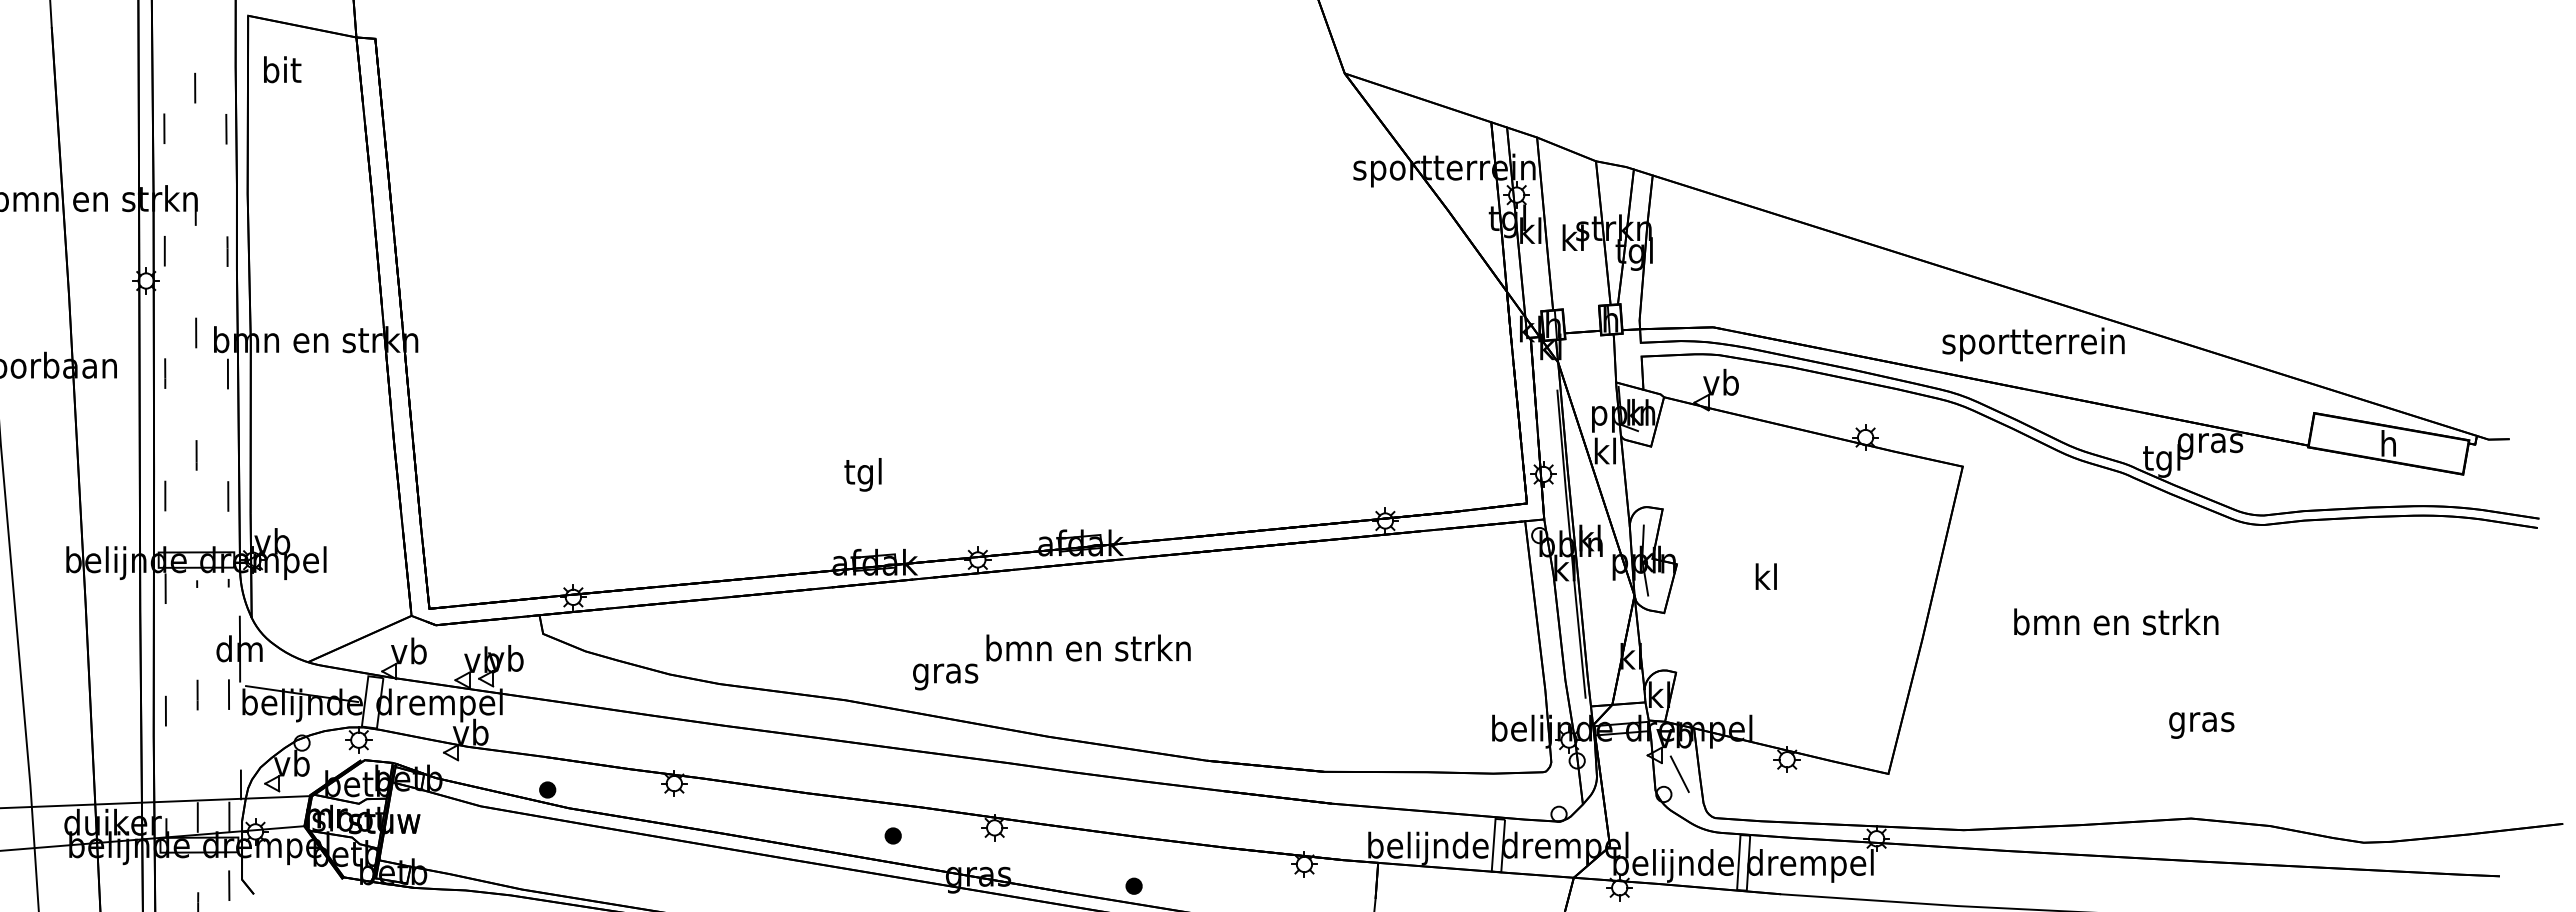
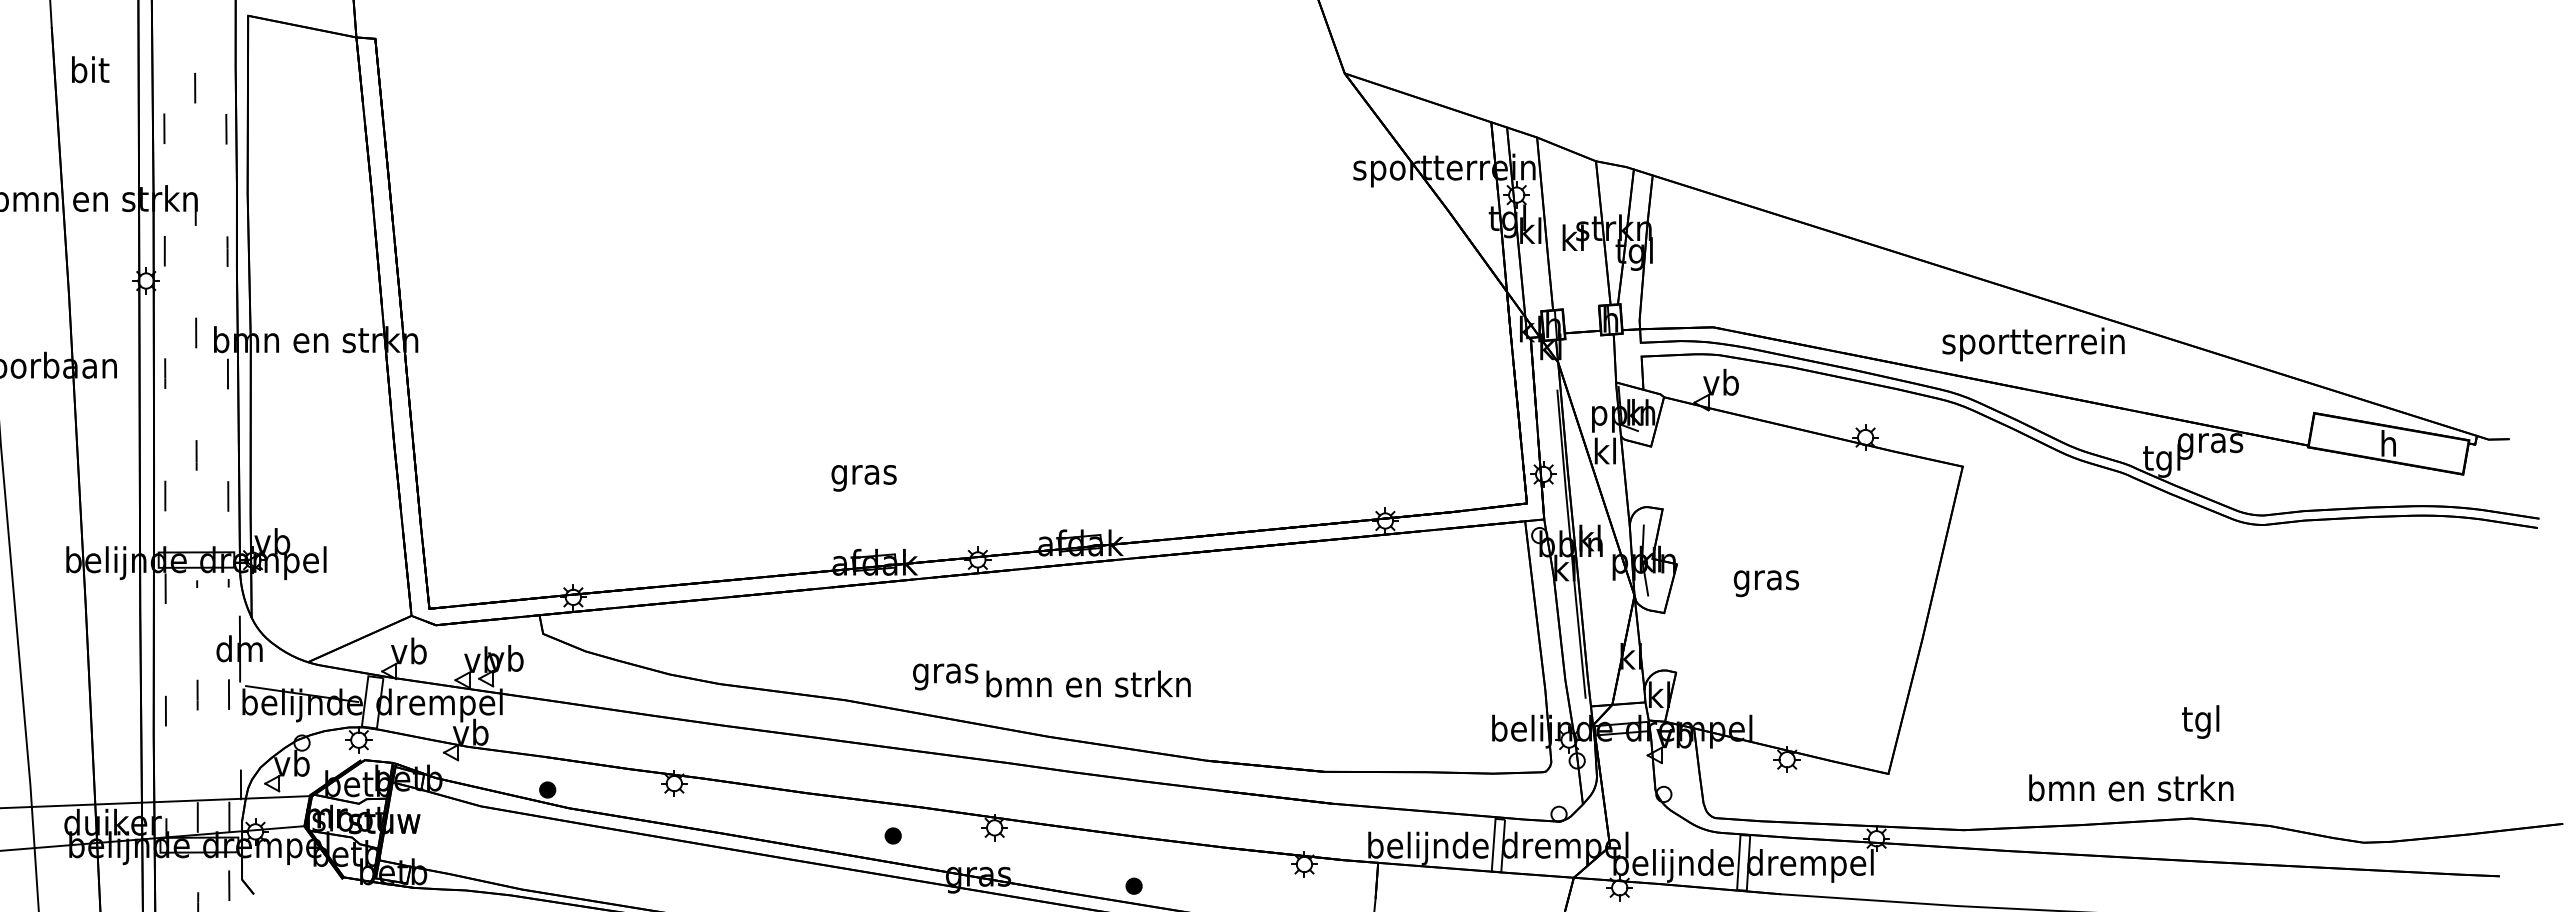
text at (282, 69) position: (282, 69) -> (90, 69)
text at (863, 474): tgl -> gras
text at (1766, 580): kl -> gras
text at (2116, 621) position: (2116, 621) -> (2131, 787)
text at (1088, 647) position: (1088, 647) -> (1088, 683)
text at (2201, 721): gras -> tgl
line at (1679, 773): present -> none
